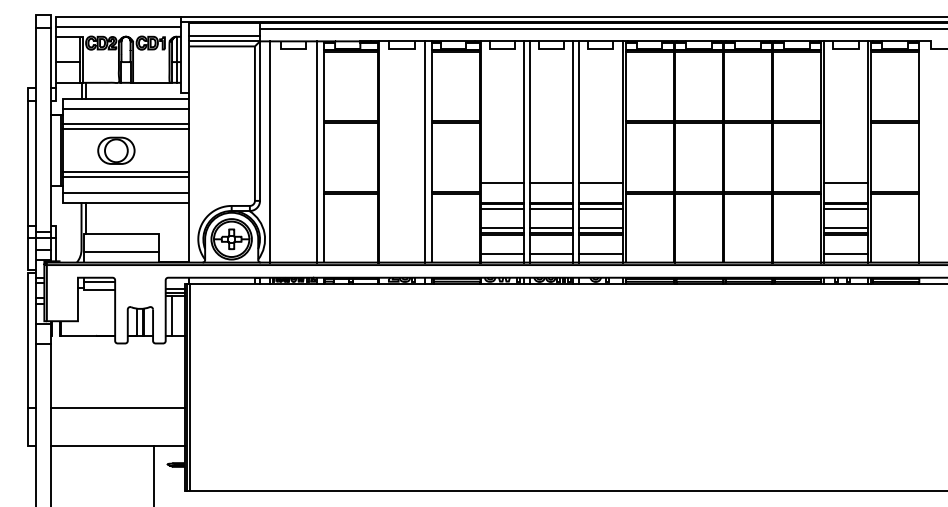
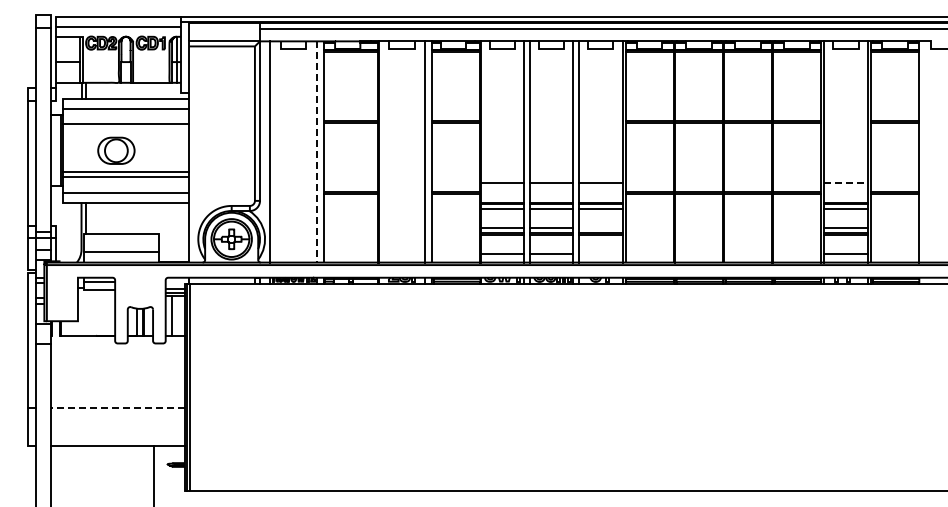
line at (224, 35): present -> none
line at (126, 129): present -> none
line at (316, 151): solid -> dashed
line at (845, 183): solid -> dashed
line at (600, 228): present -> none
line at (600, 254): present -> none
line at (117, 407): solid -> dashed
